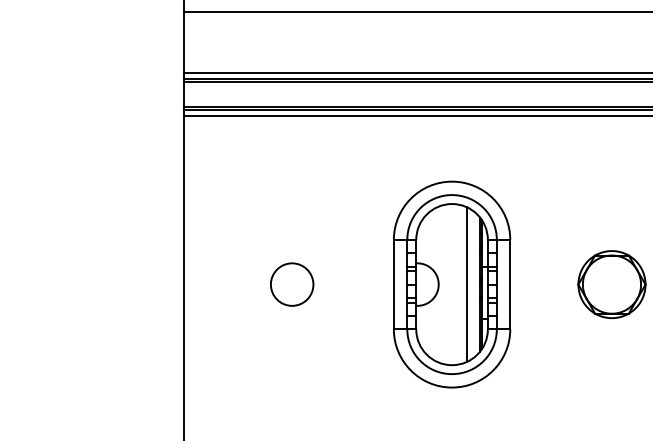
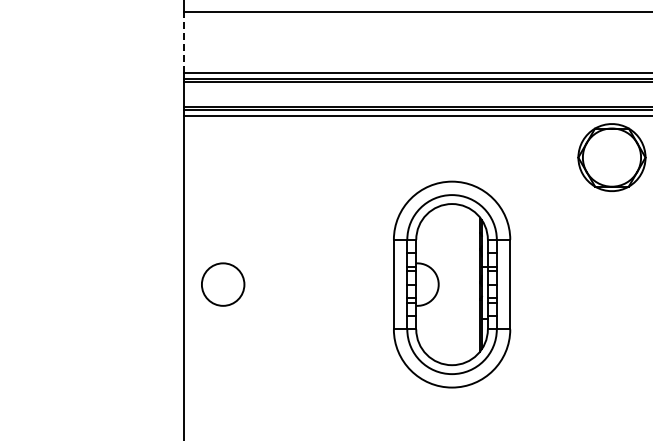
line at (183, 42): solid -> dashed
circle at (292, 284) position: (292, 284) -> (223, 284)
line at (466, 284): present -> none
part at (611, 284) position: (611, 284) -> (611, 157)
